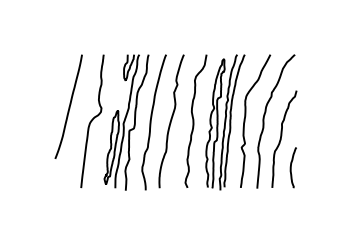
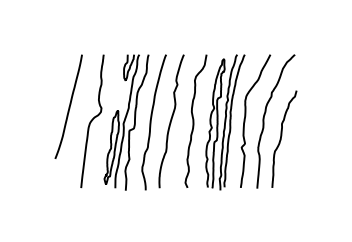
curve at (291, 167): present -> none
